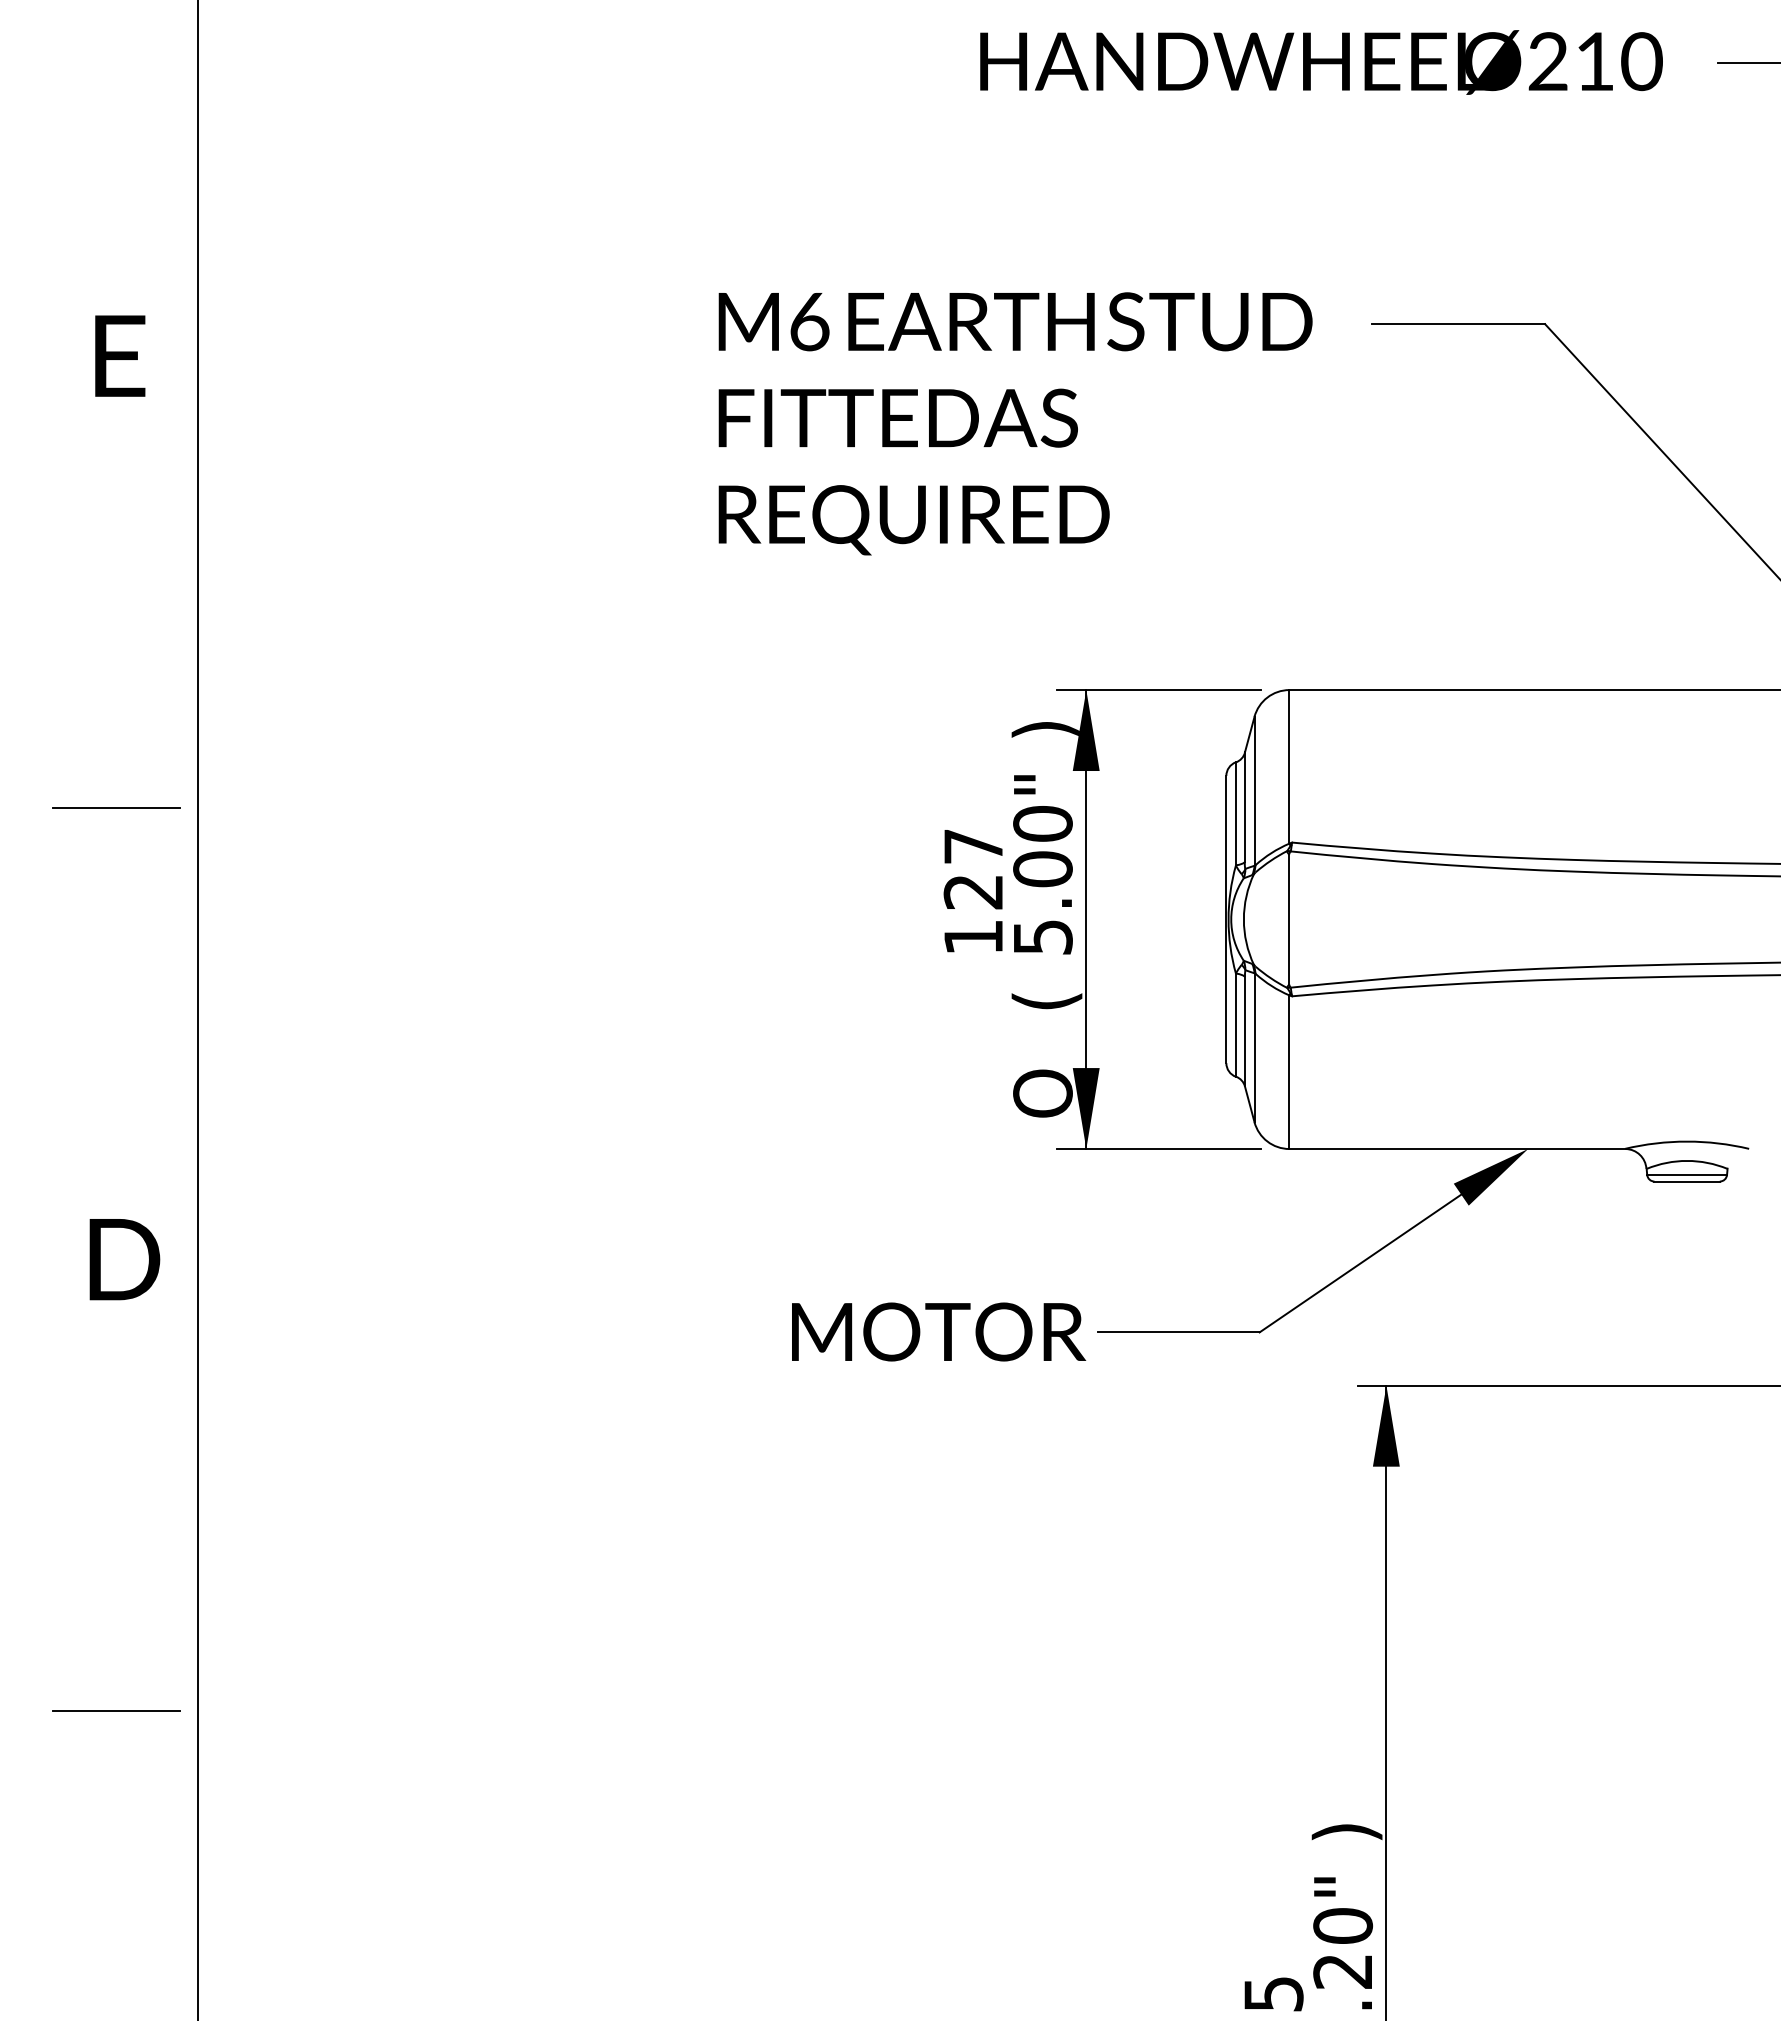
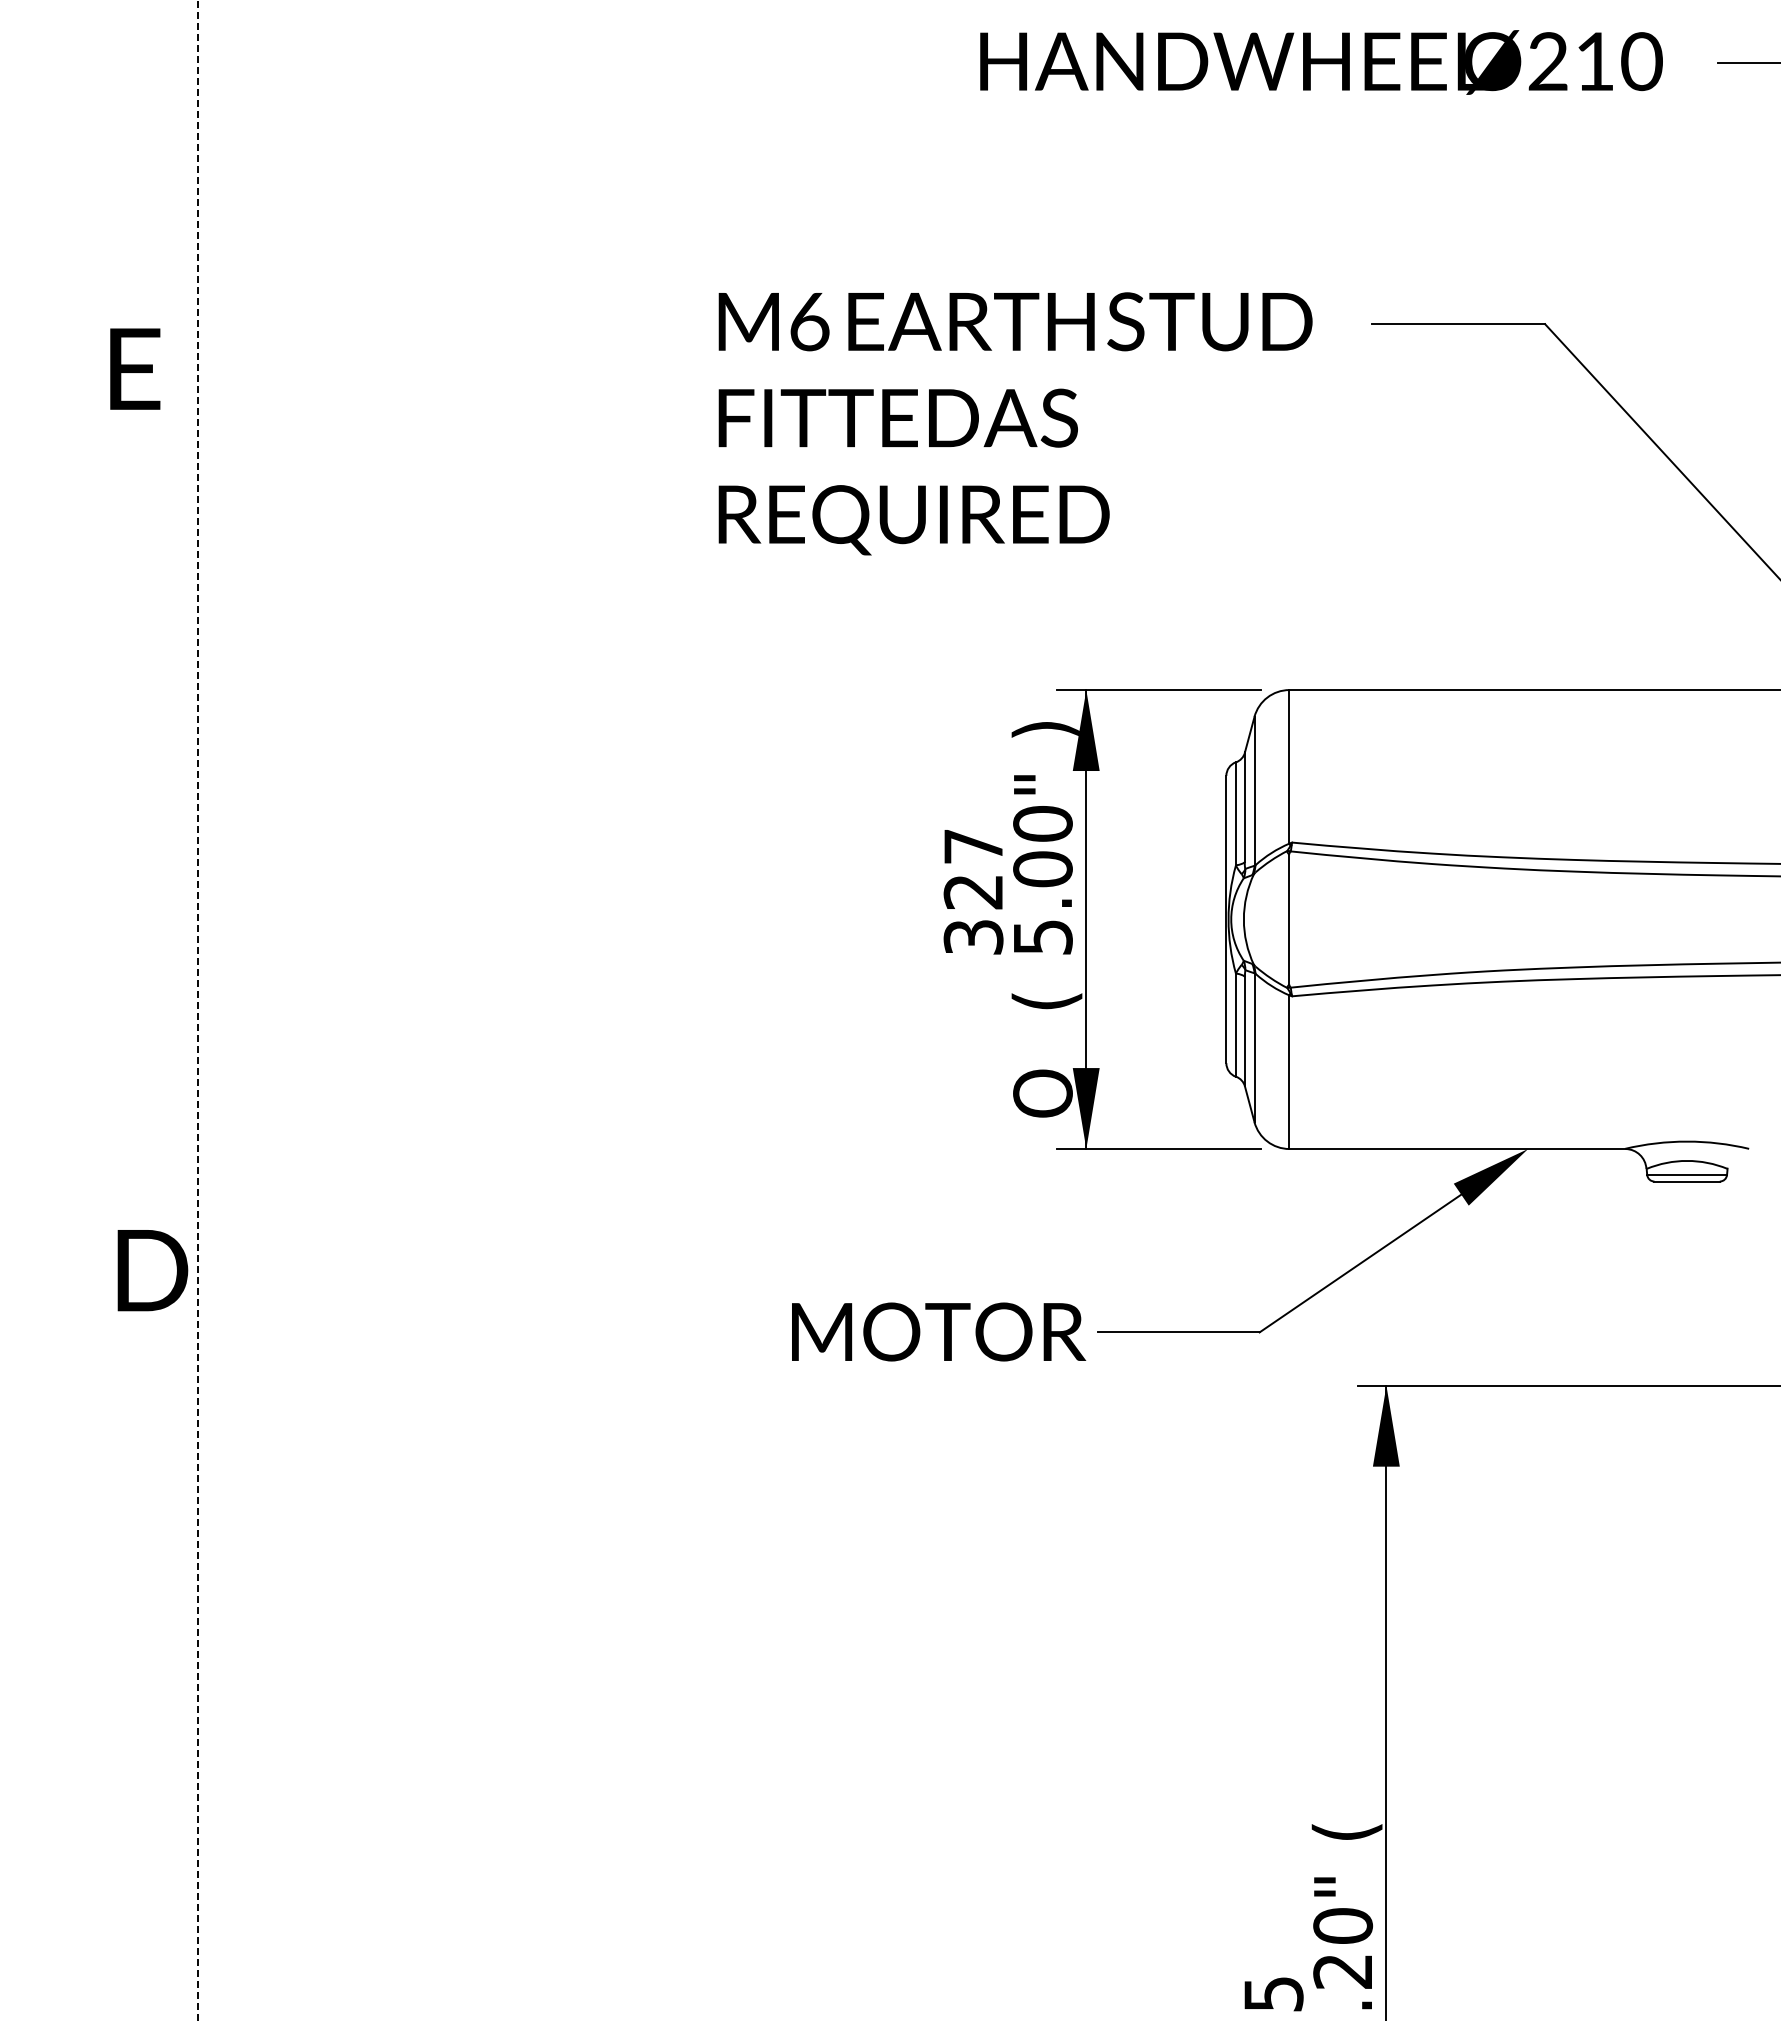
text at (120, 355) position: (120, 355) -> (135, 368)
line at (116, 807): present -> none
text at (973, 937): 127 -> 327
line at (197, 1010): solid -> dashed
text at (124, 1259) position: (124, 1259) -> (152, 1270)
line at (116, 1711): present -> none
text at (1346, 1832): ) -> (
